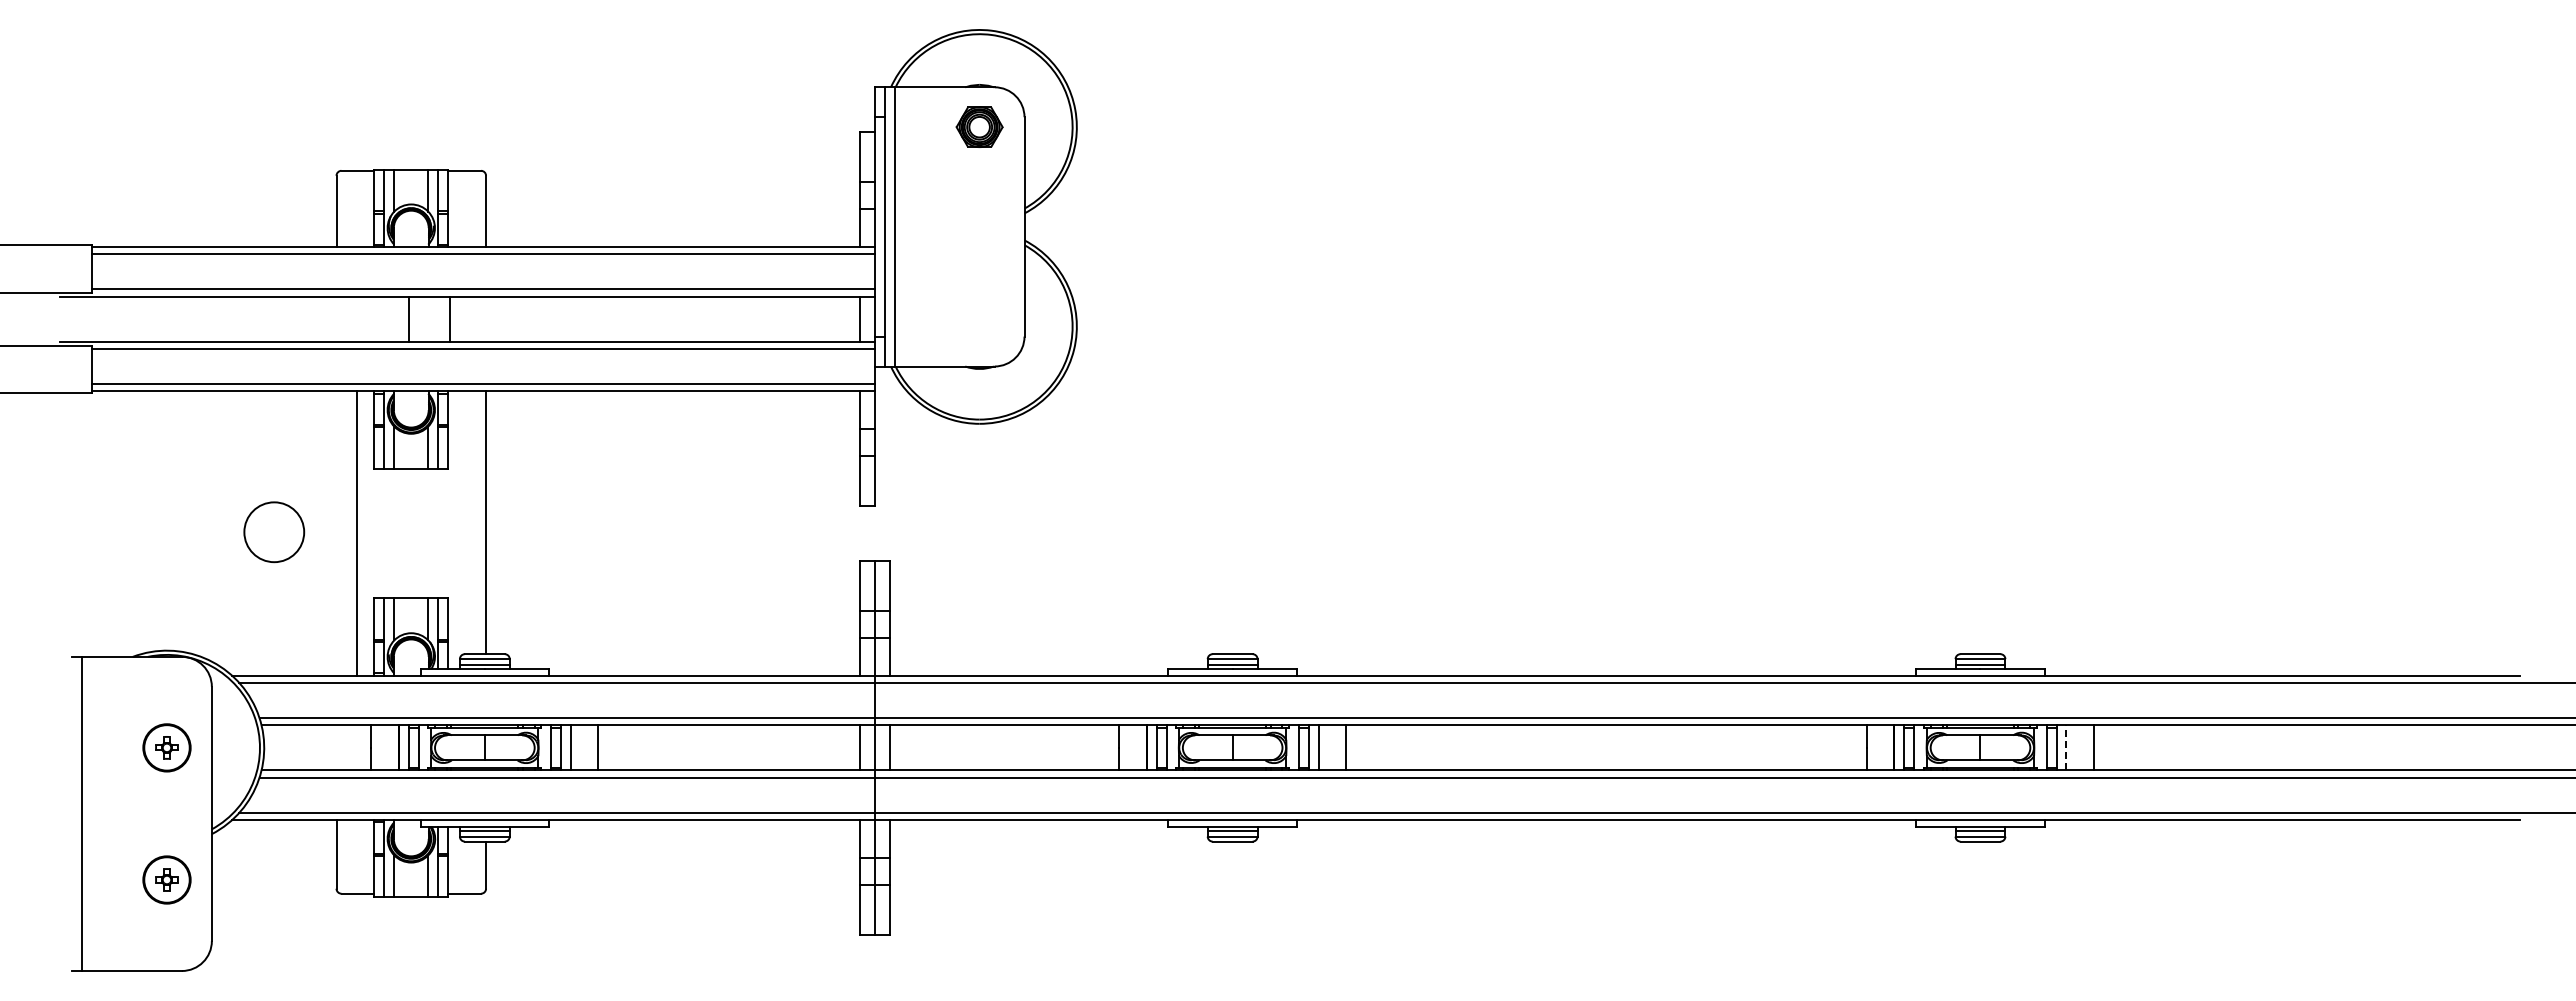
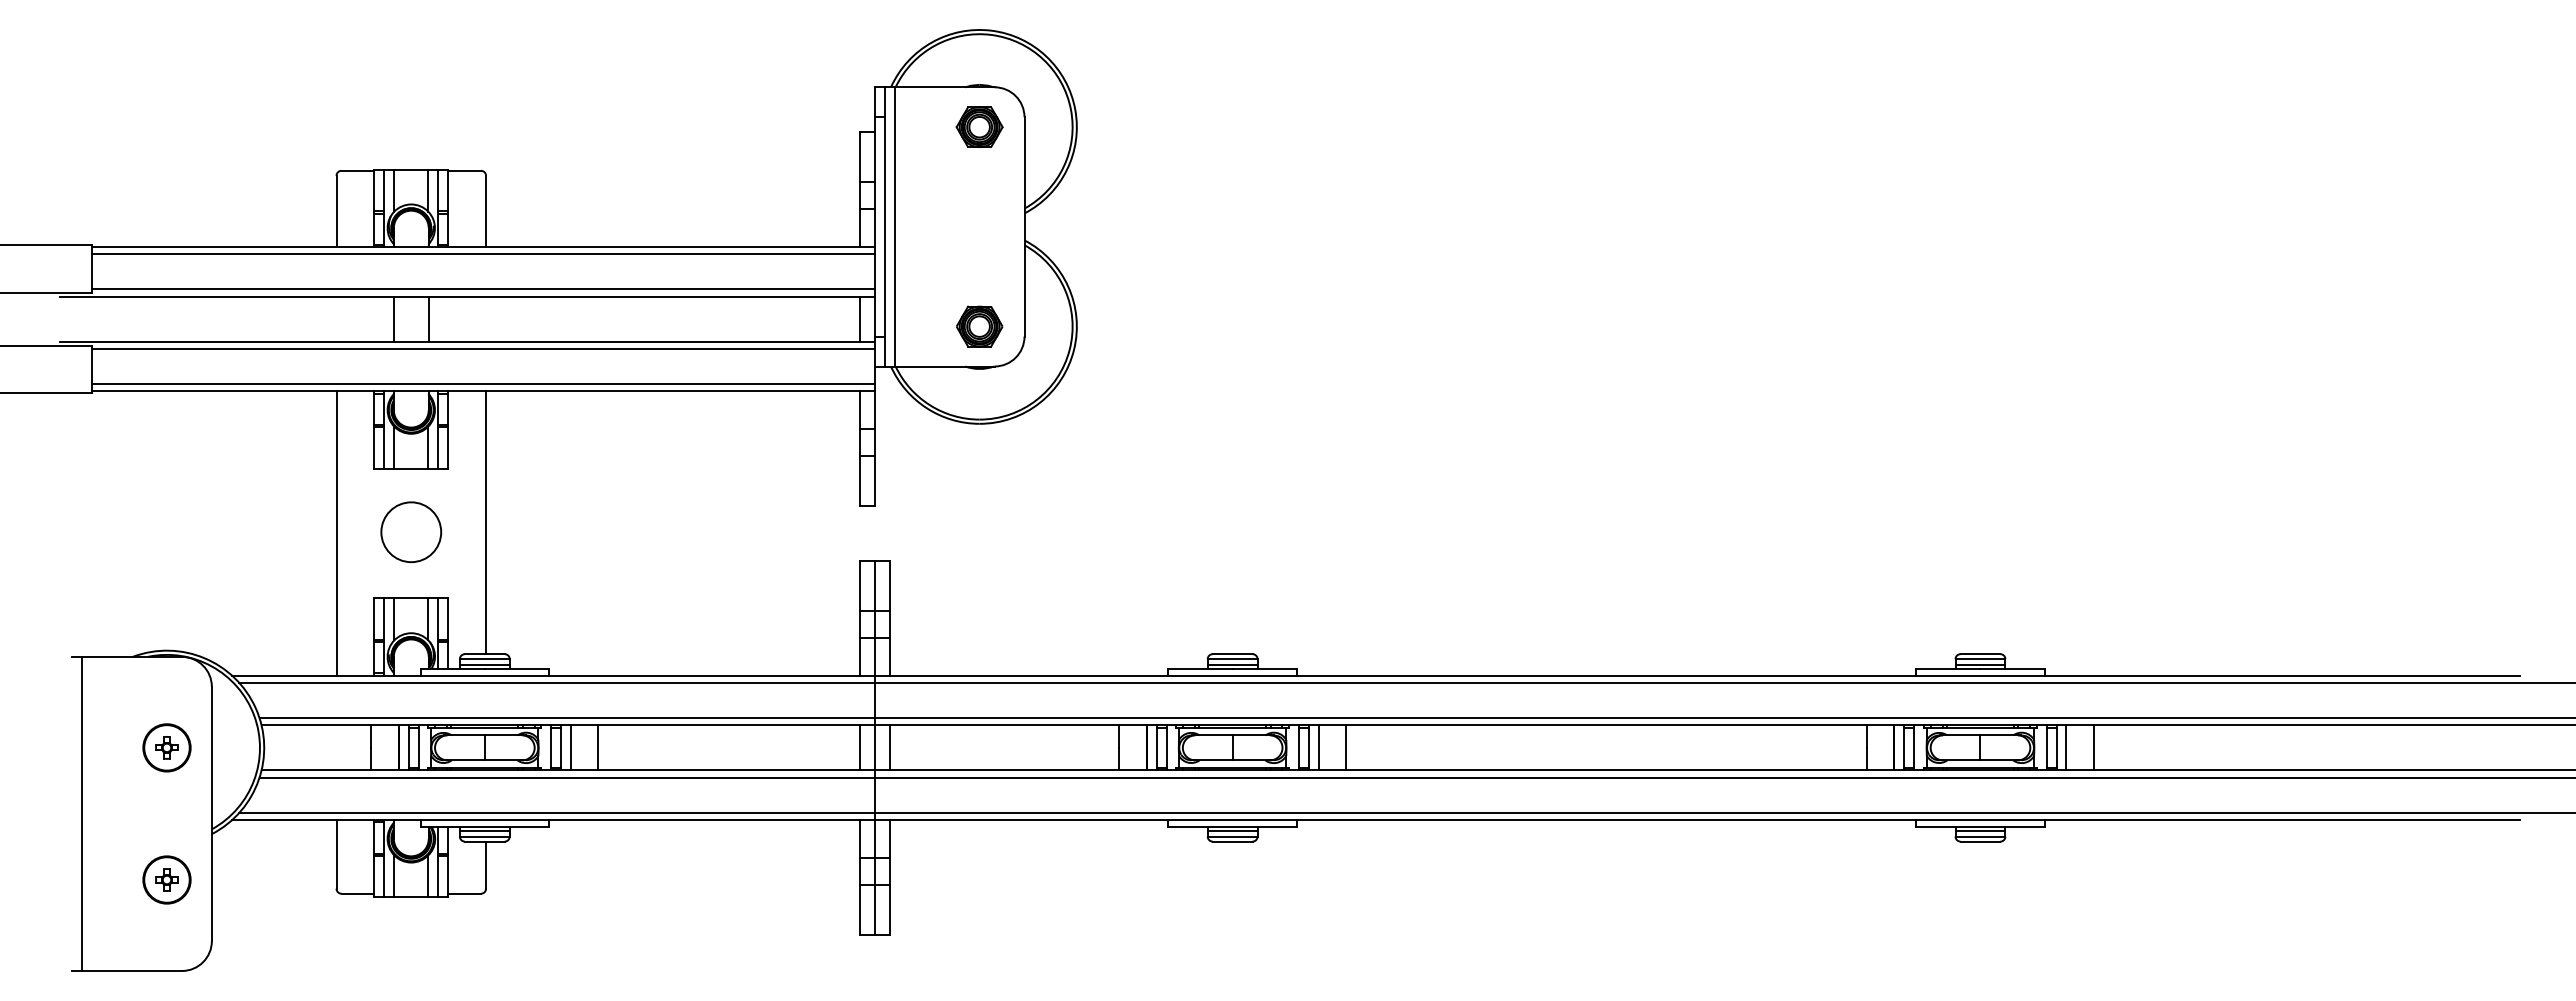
line at (408, 318) position: (408, 318) -> (393, 318)
line at (449, 318) position: (449, 318) -> (428, 318)
part at (979, 326): none -> present
circle at (274, 532) position: (274, 532) -> (411, 532)
line at (356, 533) position: (356, 533) -> (336, 533)
line at (2066, 747): dashed -> solid
